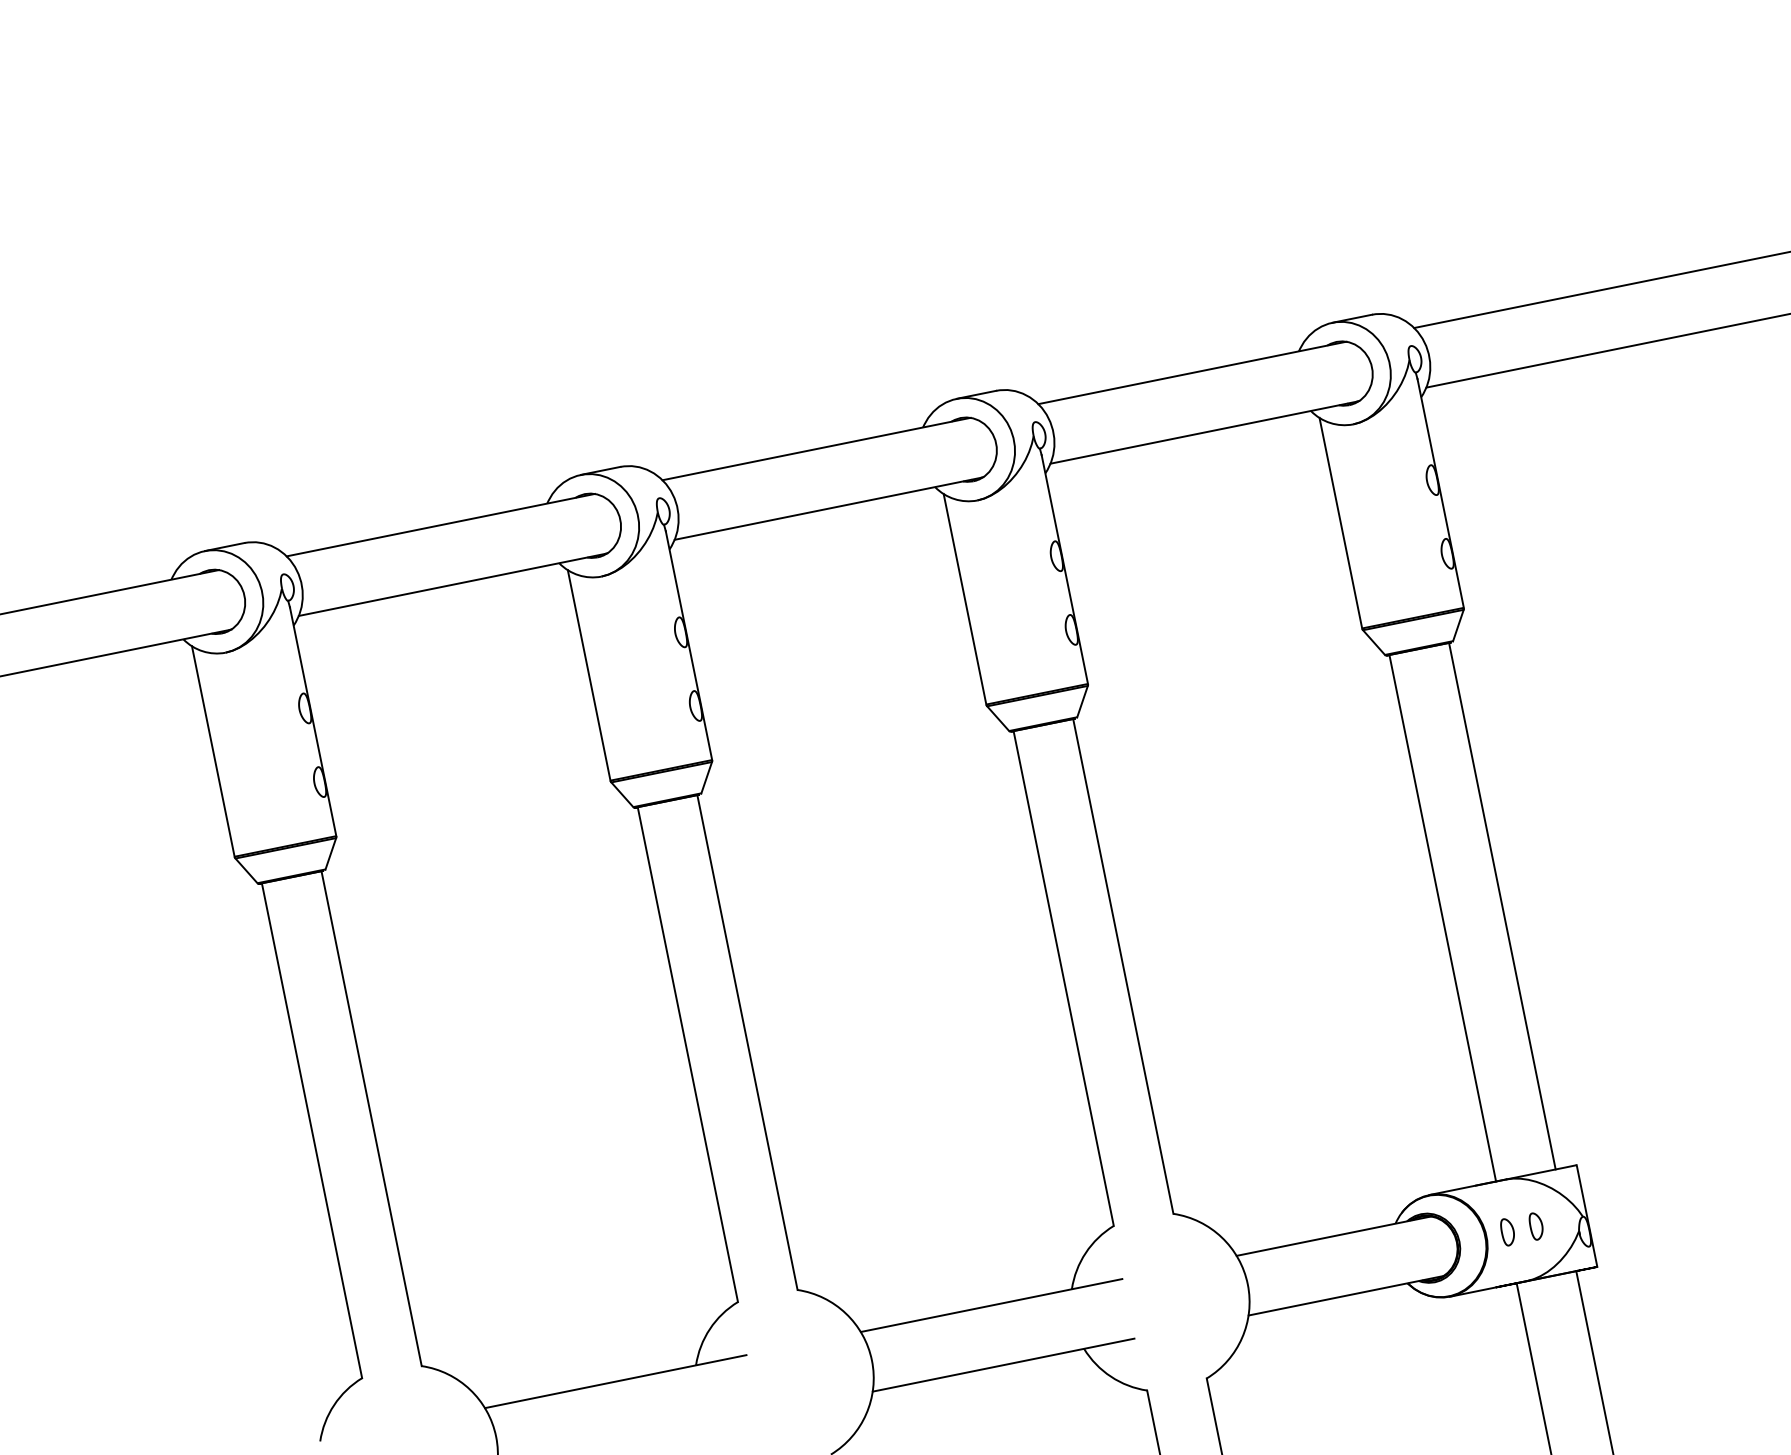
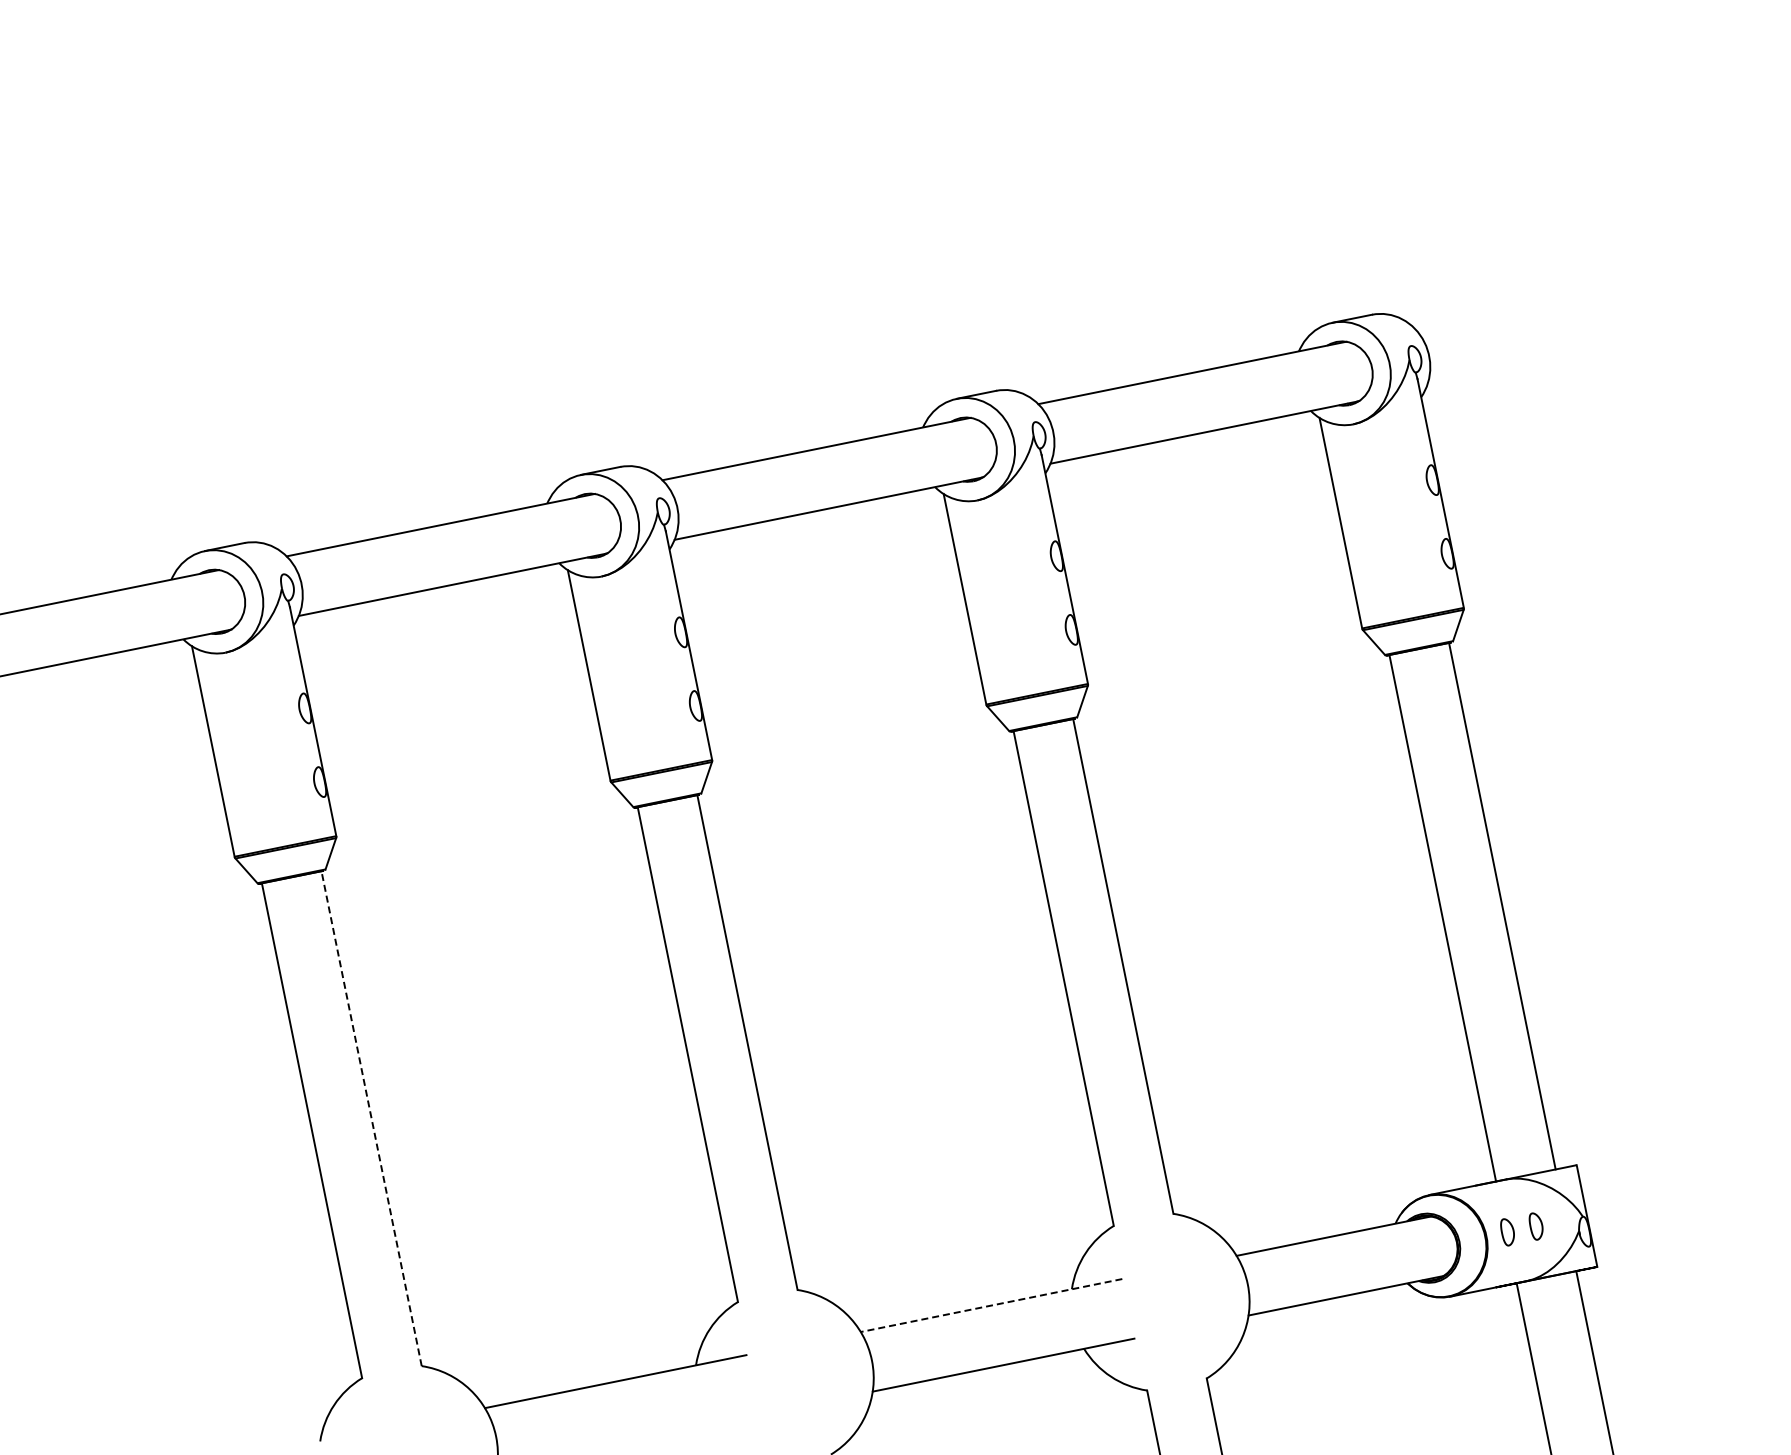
line at (1600, 290): present -> none
line at (1606, 350): present -> none
line at (371, 1118): solid -> dashed
line at (991, 1305): solid -> dashed
